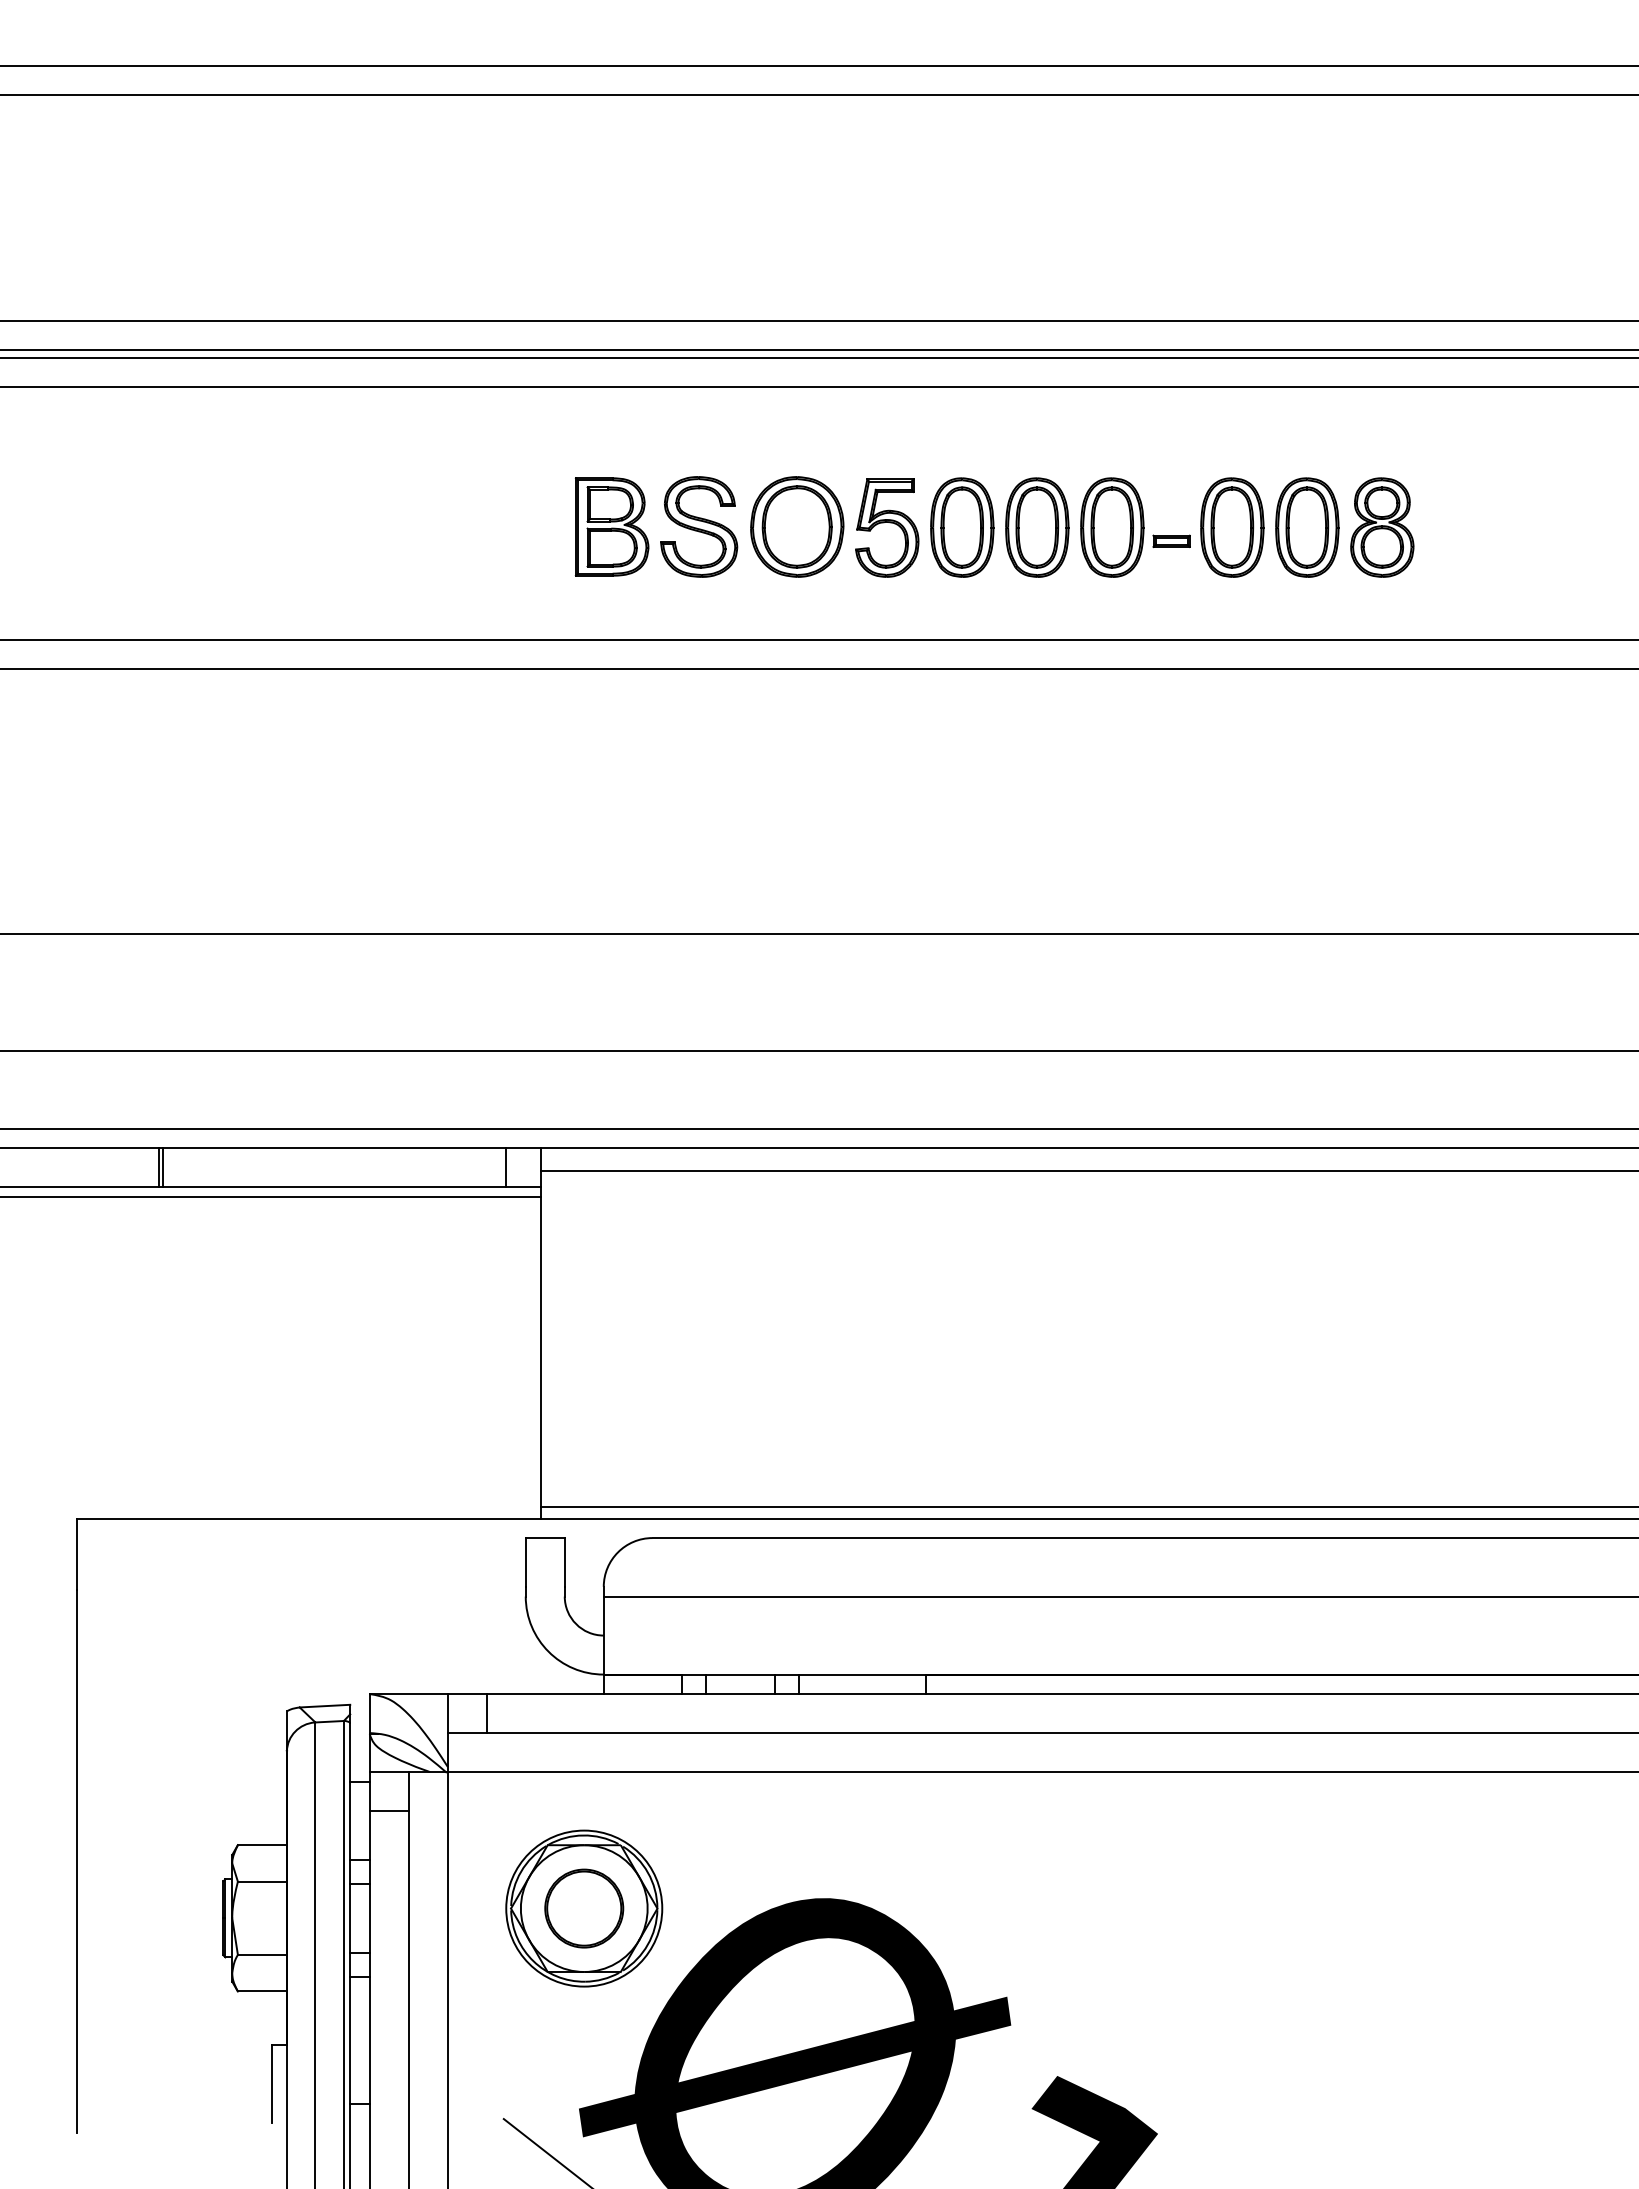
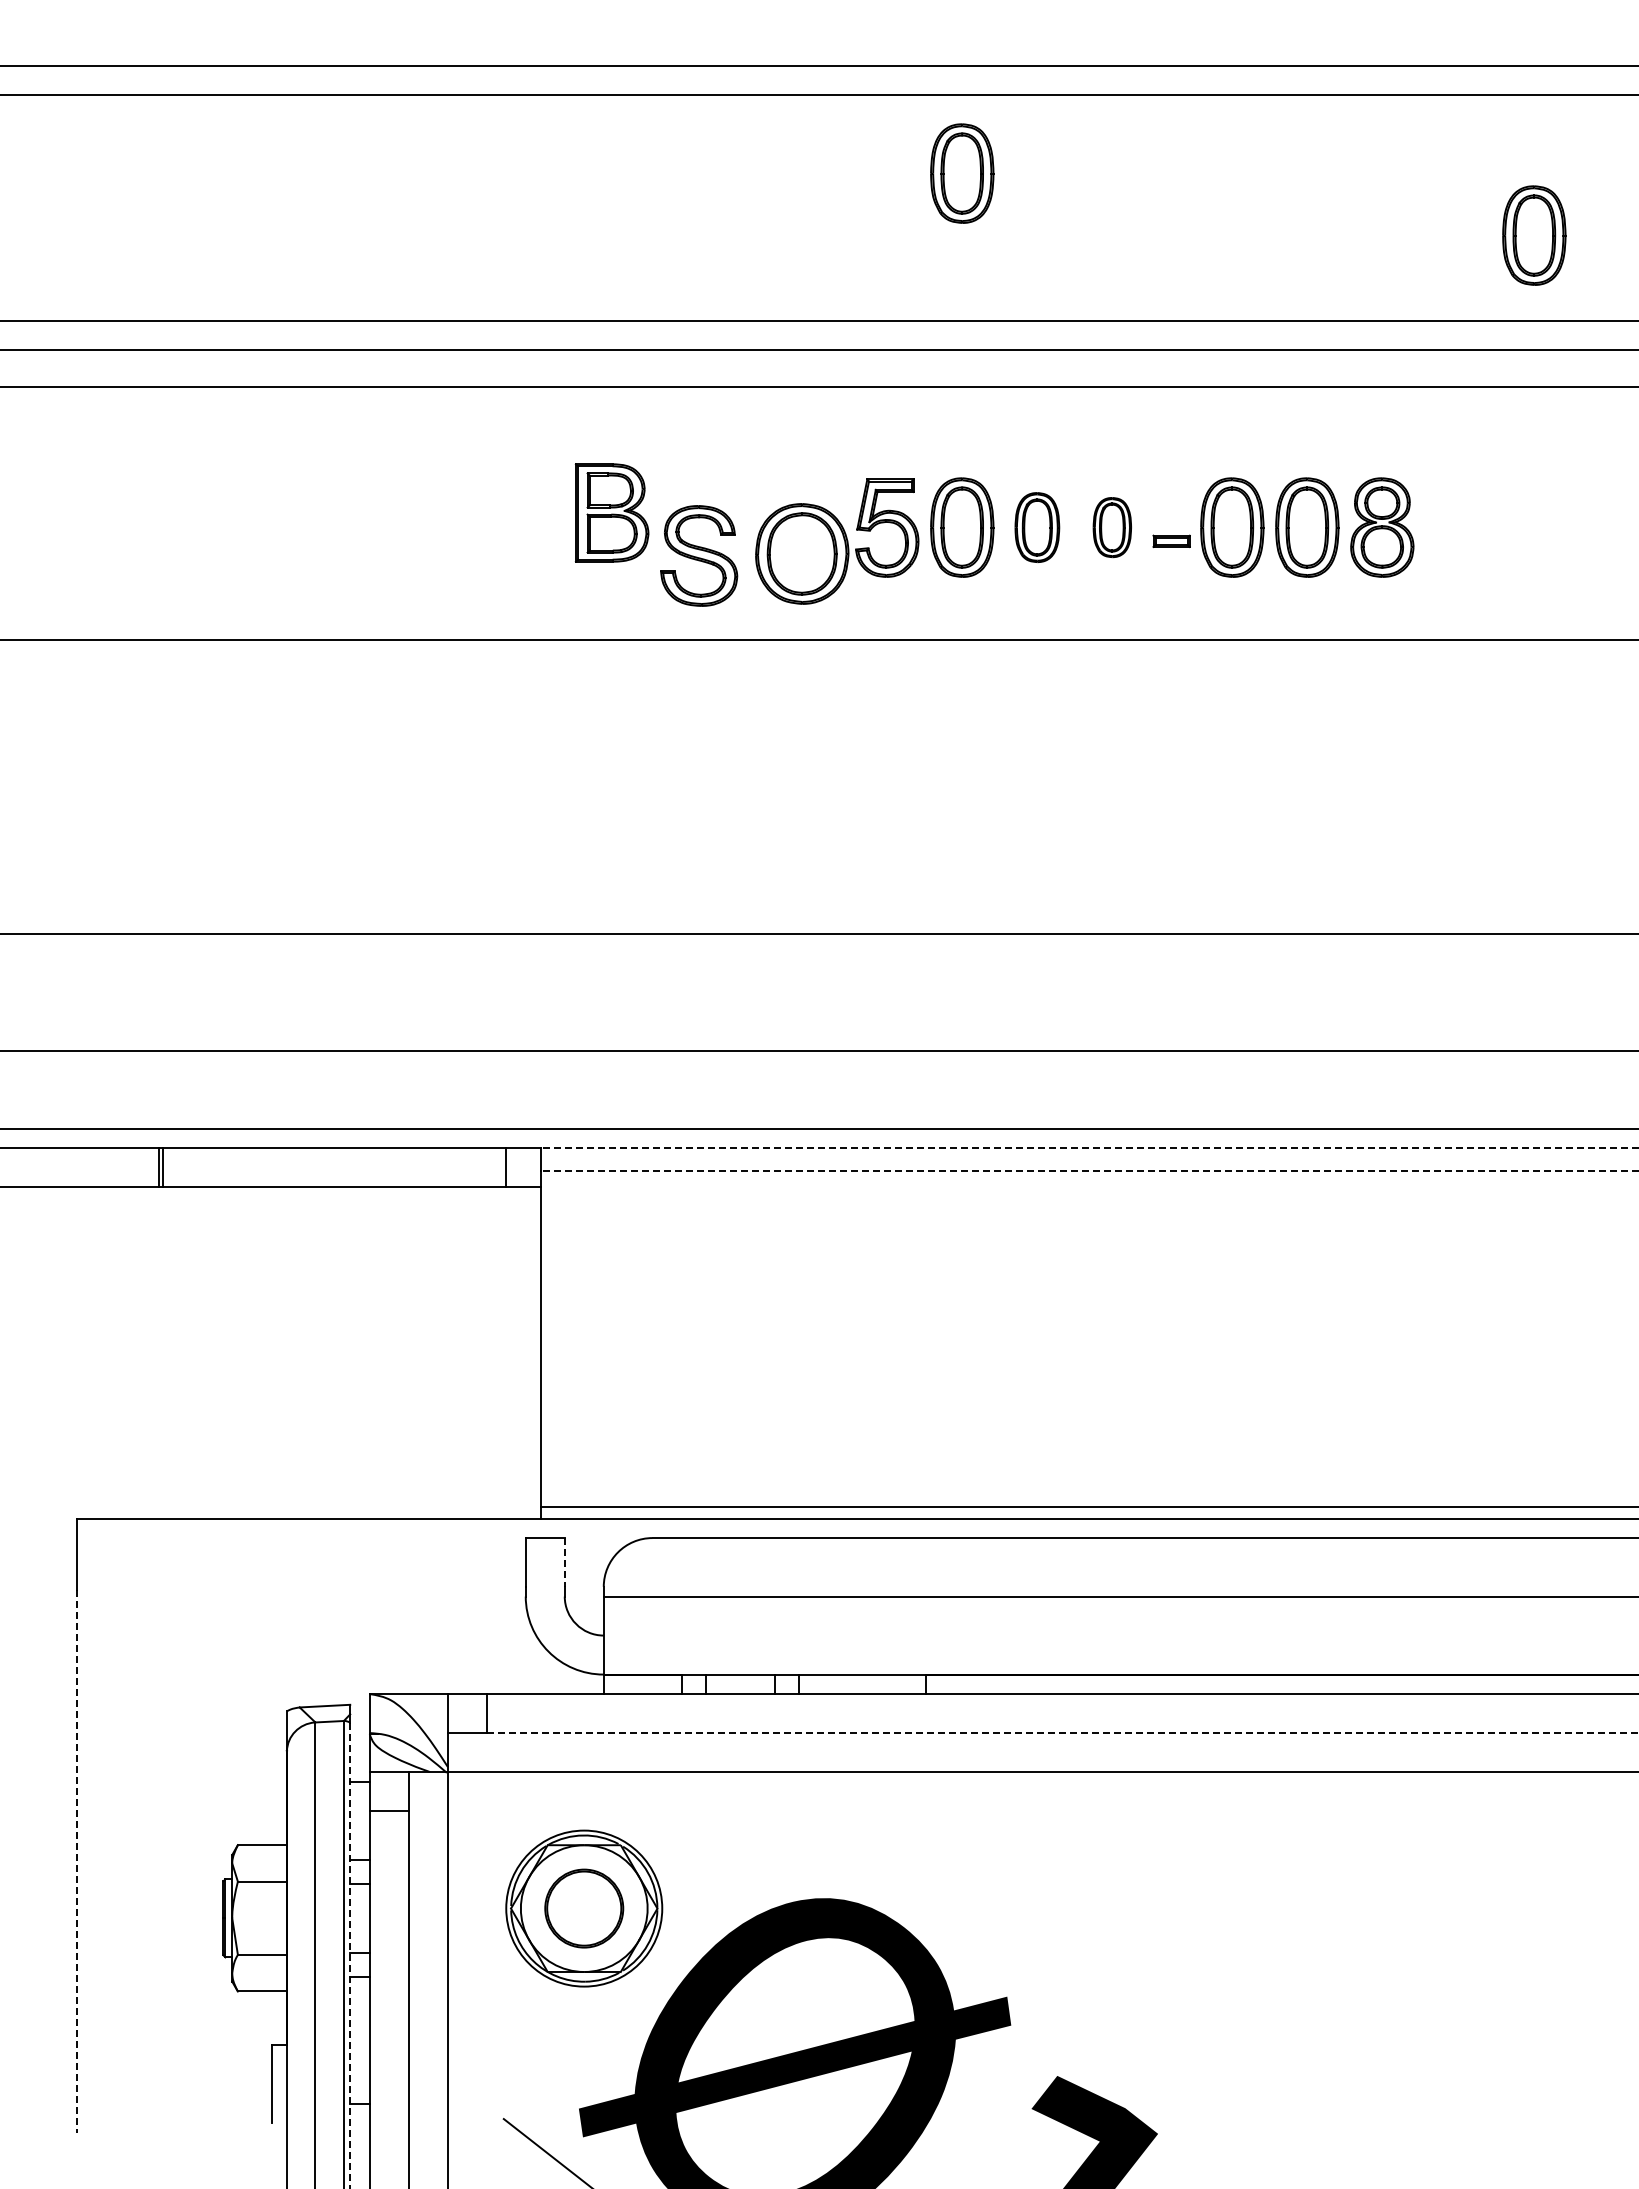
part at (962, 173): none -> present
part at (1534, 235): none -> present
line at (818, 357): present -> none
part at (611, 526) position: (611, 526) -> (611, 512)
part at (699, 526) position: (699, 526) -> (699, 555)
part at (797, 526) position: (797, 526) -> (802, 553)
part at (1037, 527) size: 65x101 px -> 47x71 px
part at (1112, 527) size: 65x101 px -> 40x62 px
line at (818, 668): present -> none
line at (1089, 1148): solid -> dashed
line at (1089, 1170): solid -> dashed
line at (271, 1196): present -> none
line at (564, 1562): solid -> dashed
line at (1062, 1733): solid -> dashed
line at (77, 1861): solid -> dashed
line at (350, 1955): solid -> dashed
